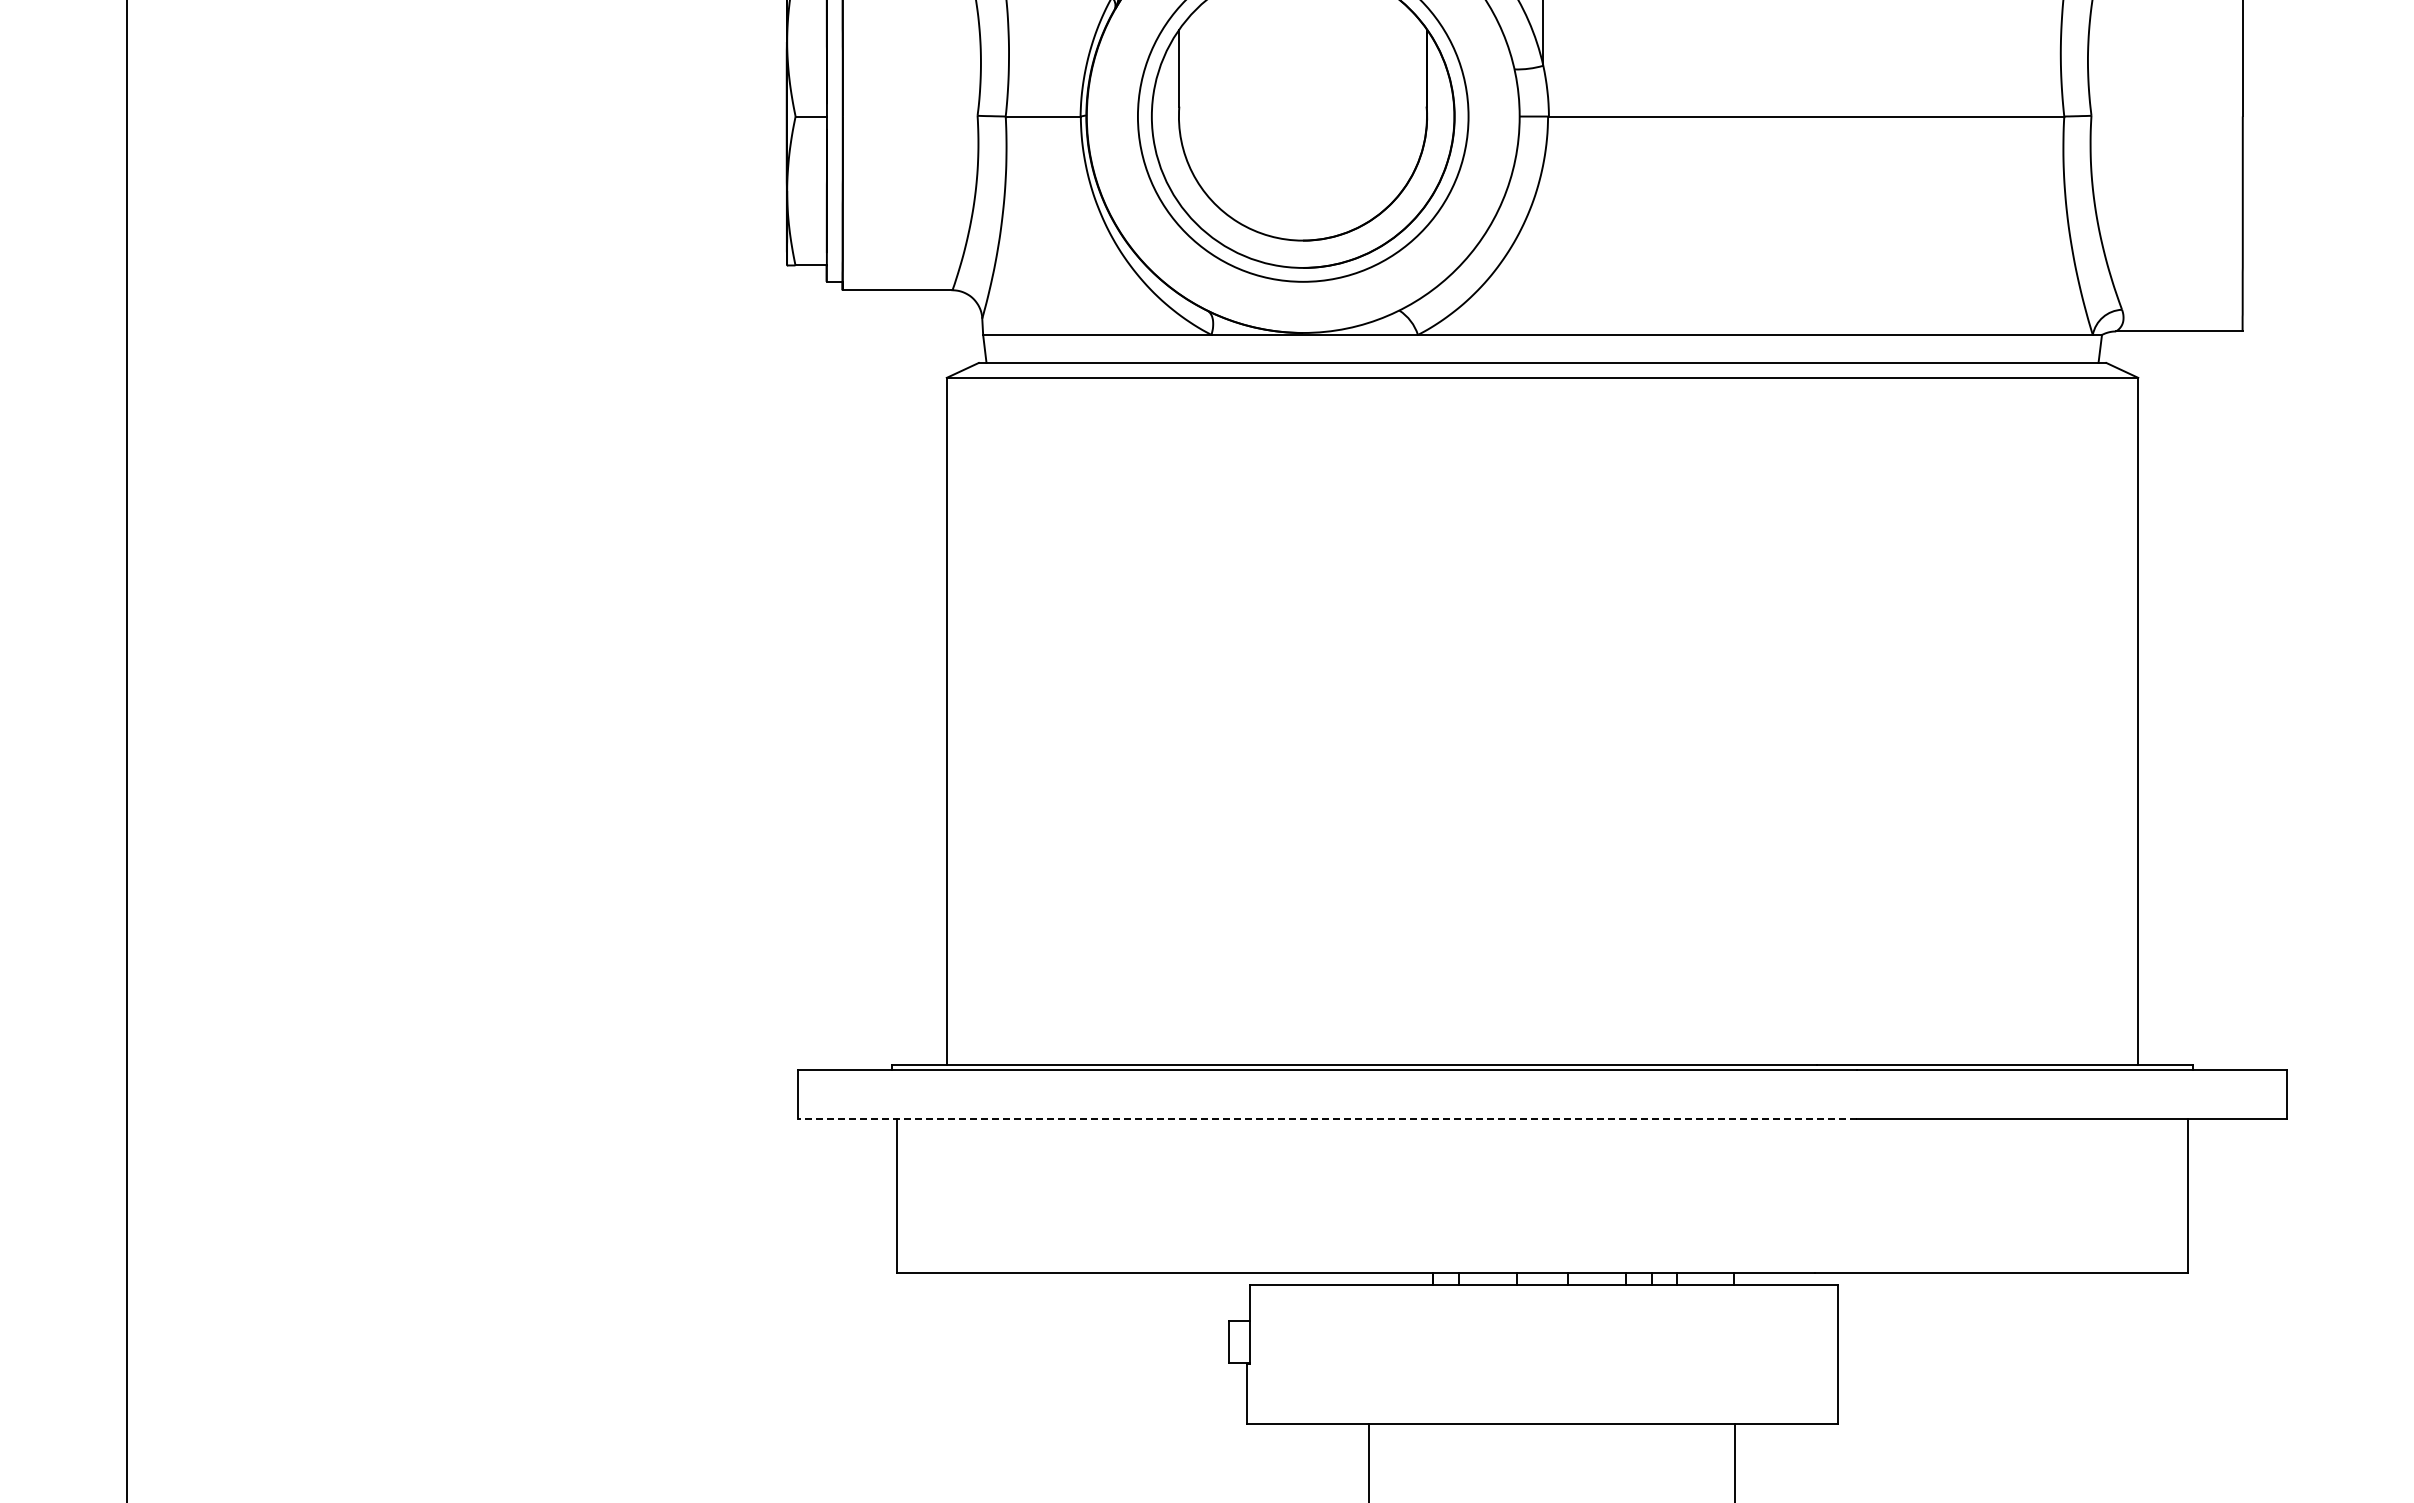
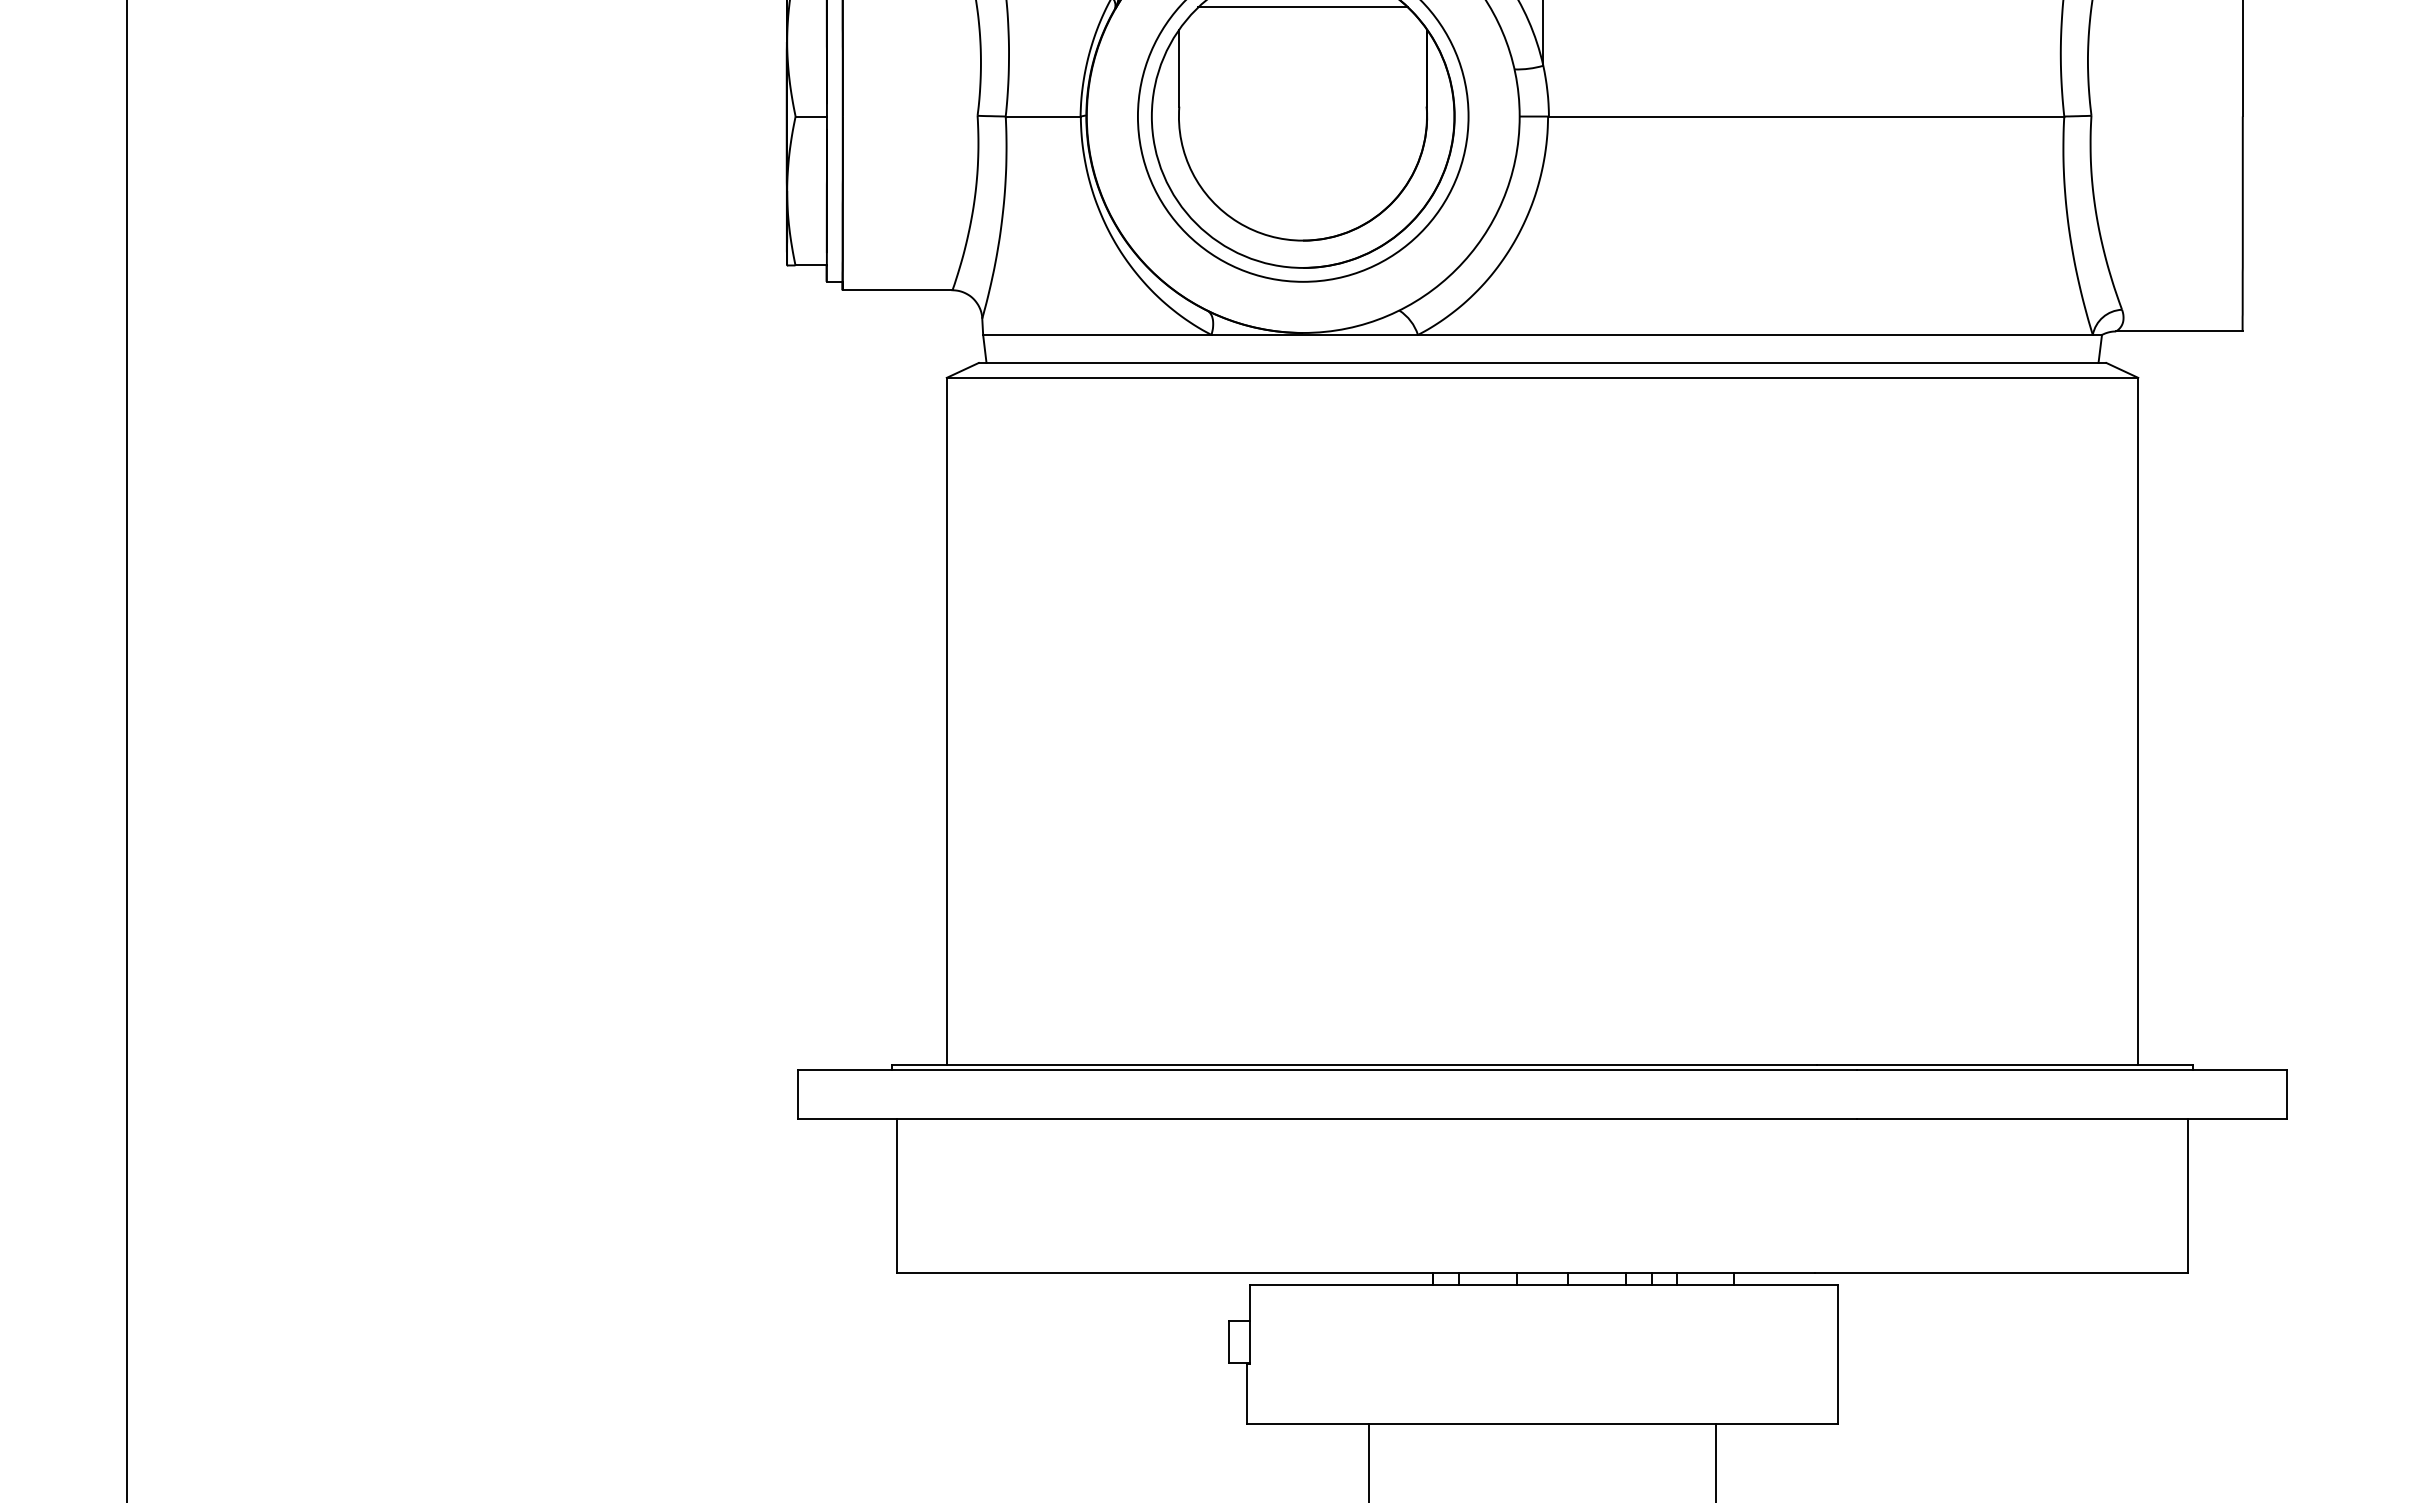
line at (1302, 7): none -> present
line at (1327, 1119): dashed -> solid
line at (1735, 1461) position: (1735, 1461) -> (1716, 1461)
